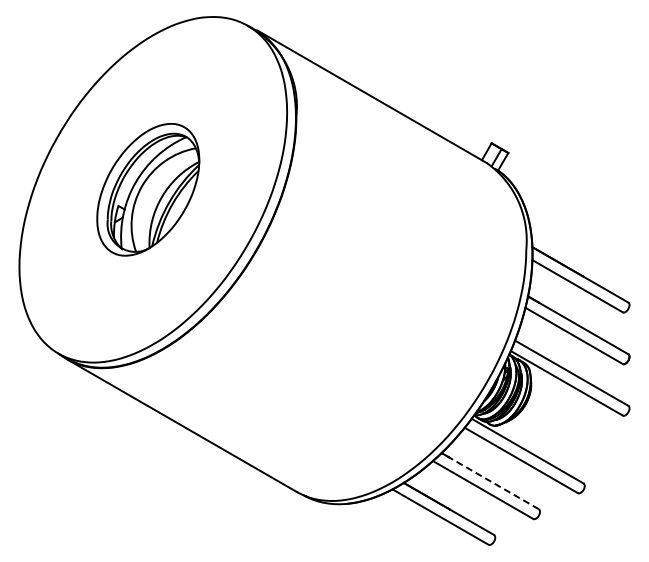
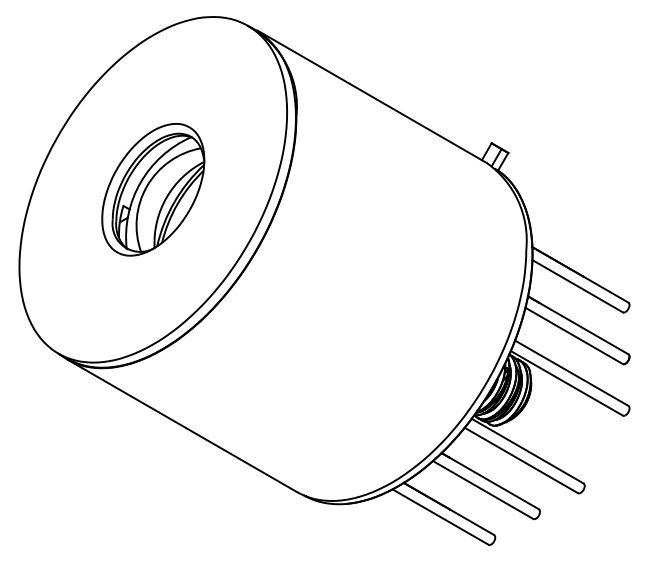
part at (148, 189) position: (148, 189) -> (153, 189)
line at (489, 480): dashed -> solid
